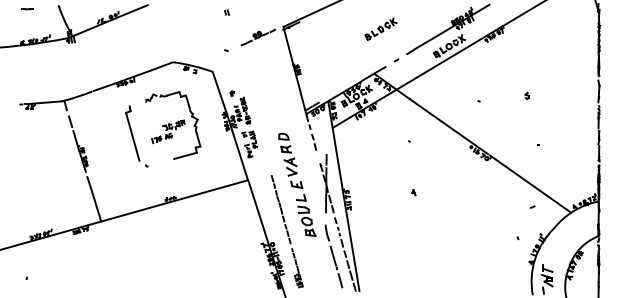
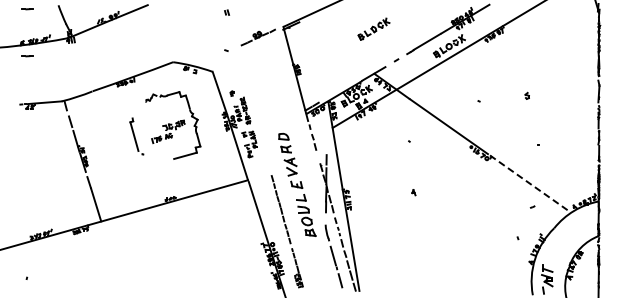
part at (380, 28) position: (380, 28) -> (373, 28)
line at (27, 56): none -> present
part at (136, 136) size: 24x63 px -> 16x39 px
line at (530, 183): solid -> dashed
